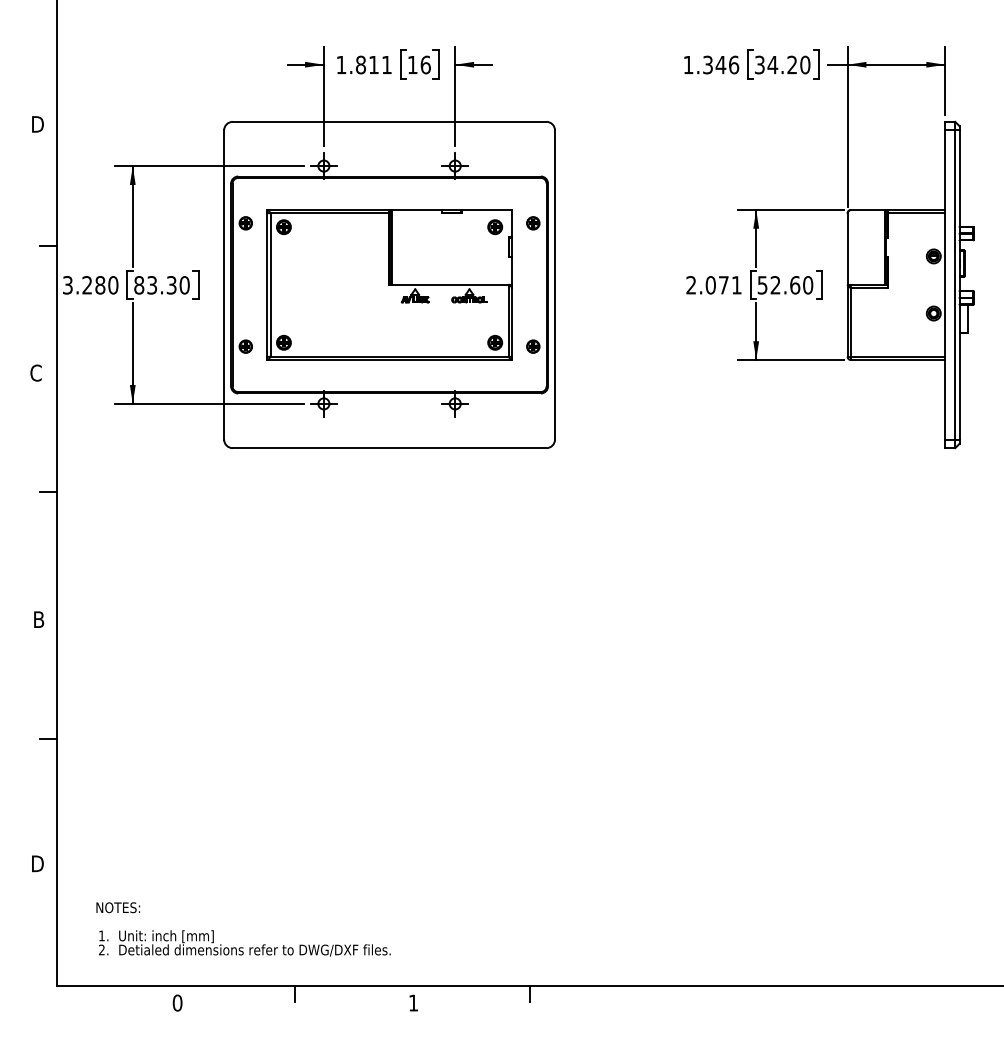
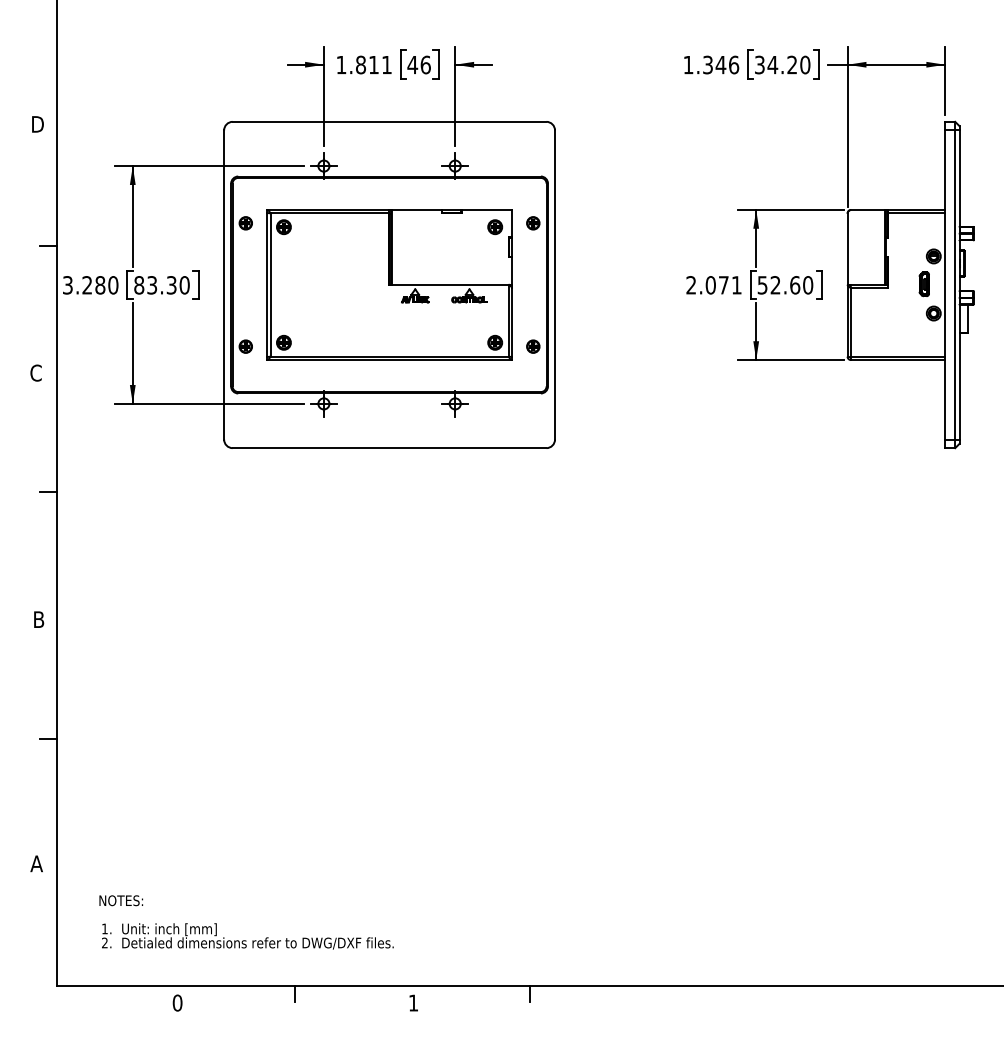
text at (412, 65): 16 -> 46
part at (923, 284): none -> present
text at (36, 863): D -> A
text at (243, 929) position: (243, 929) -> (246, 922)
